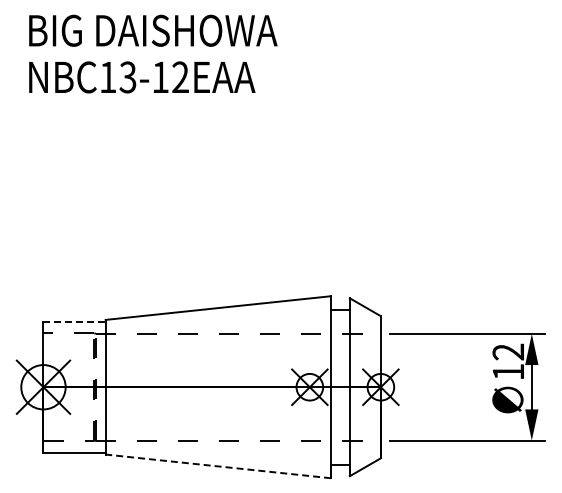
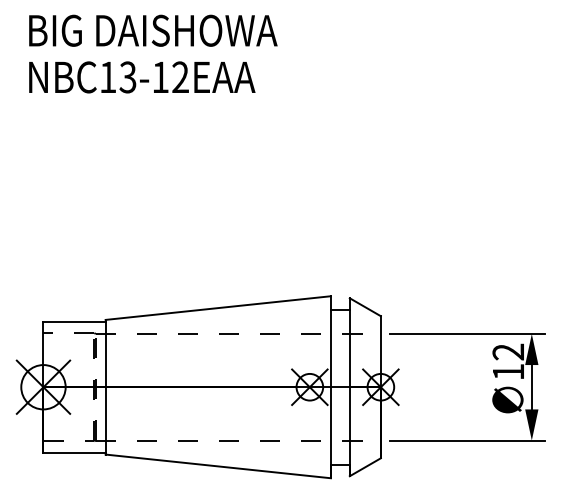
line at (75, 321): dashed -> solid
line at (217, 466): dashed -> solid
